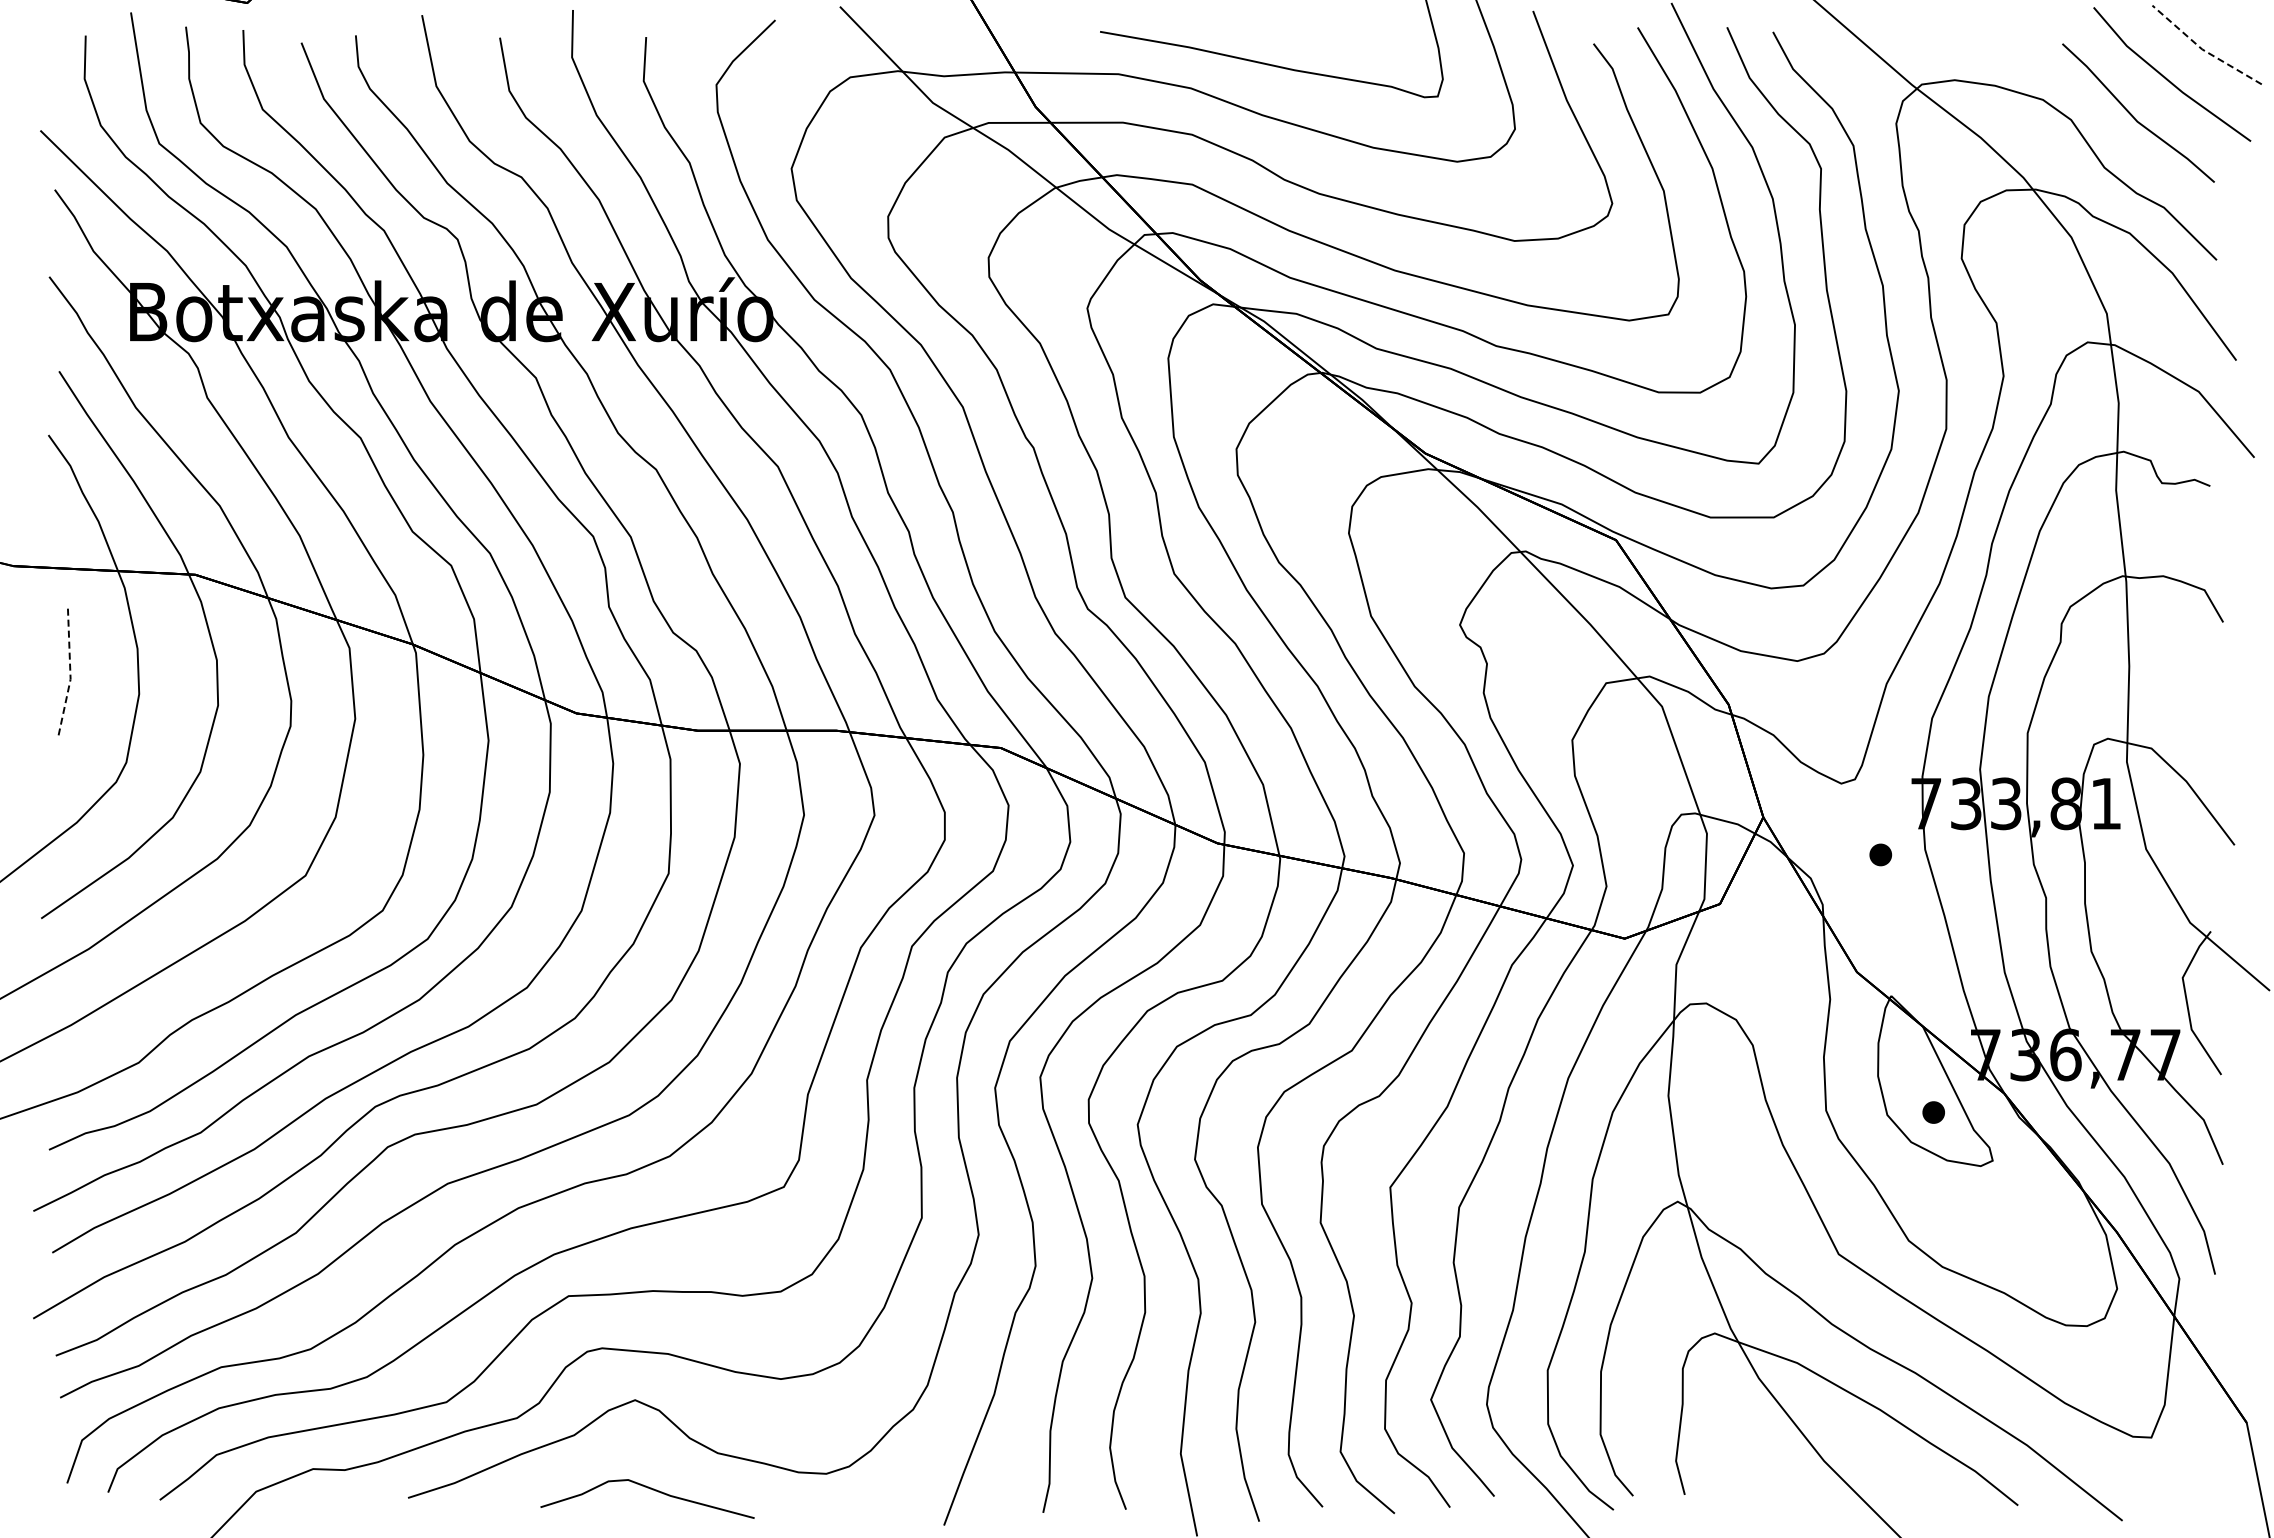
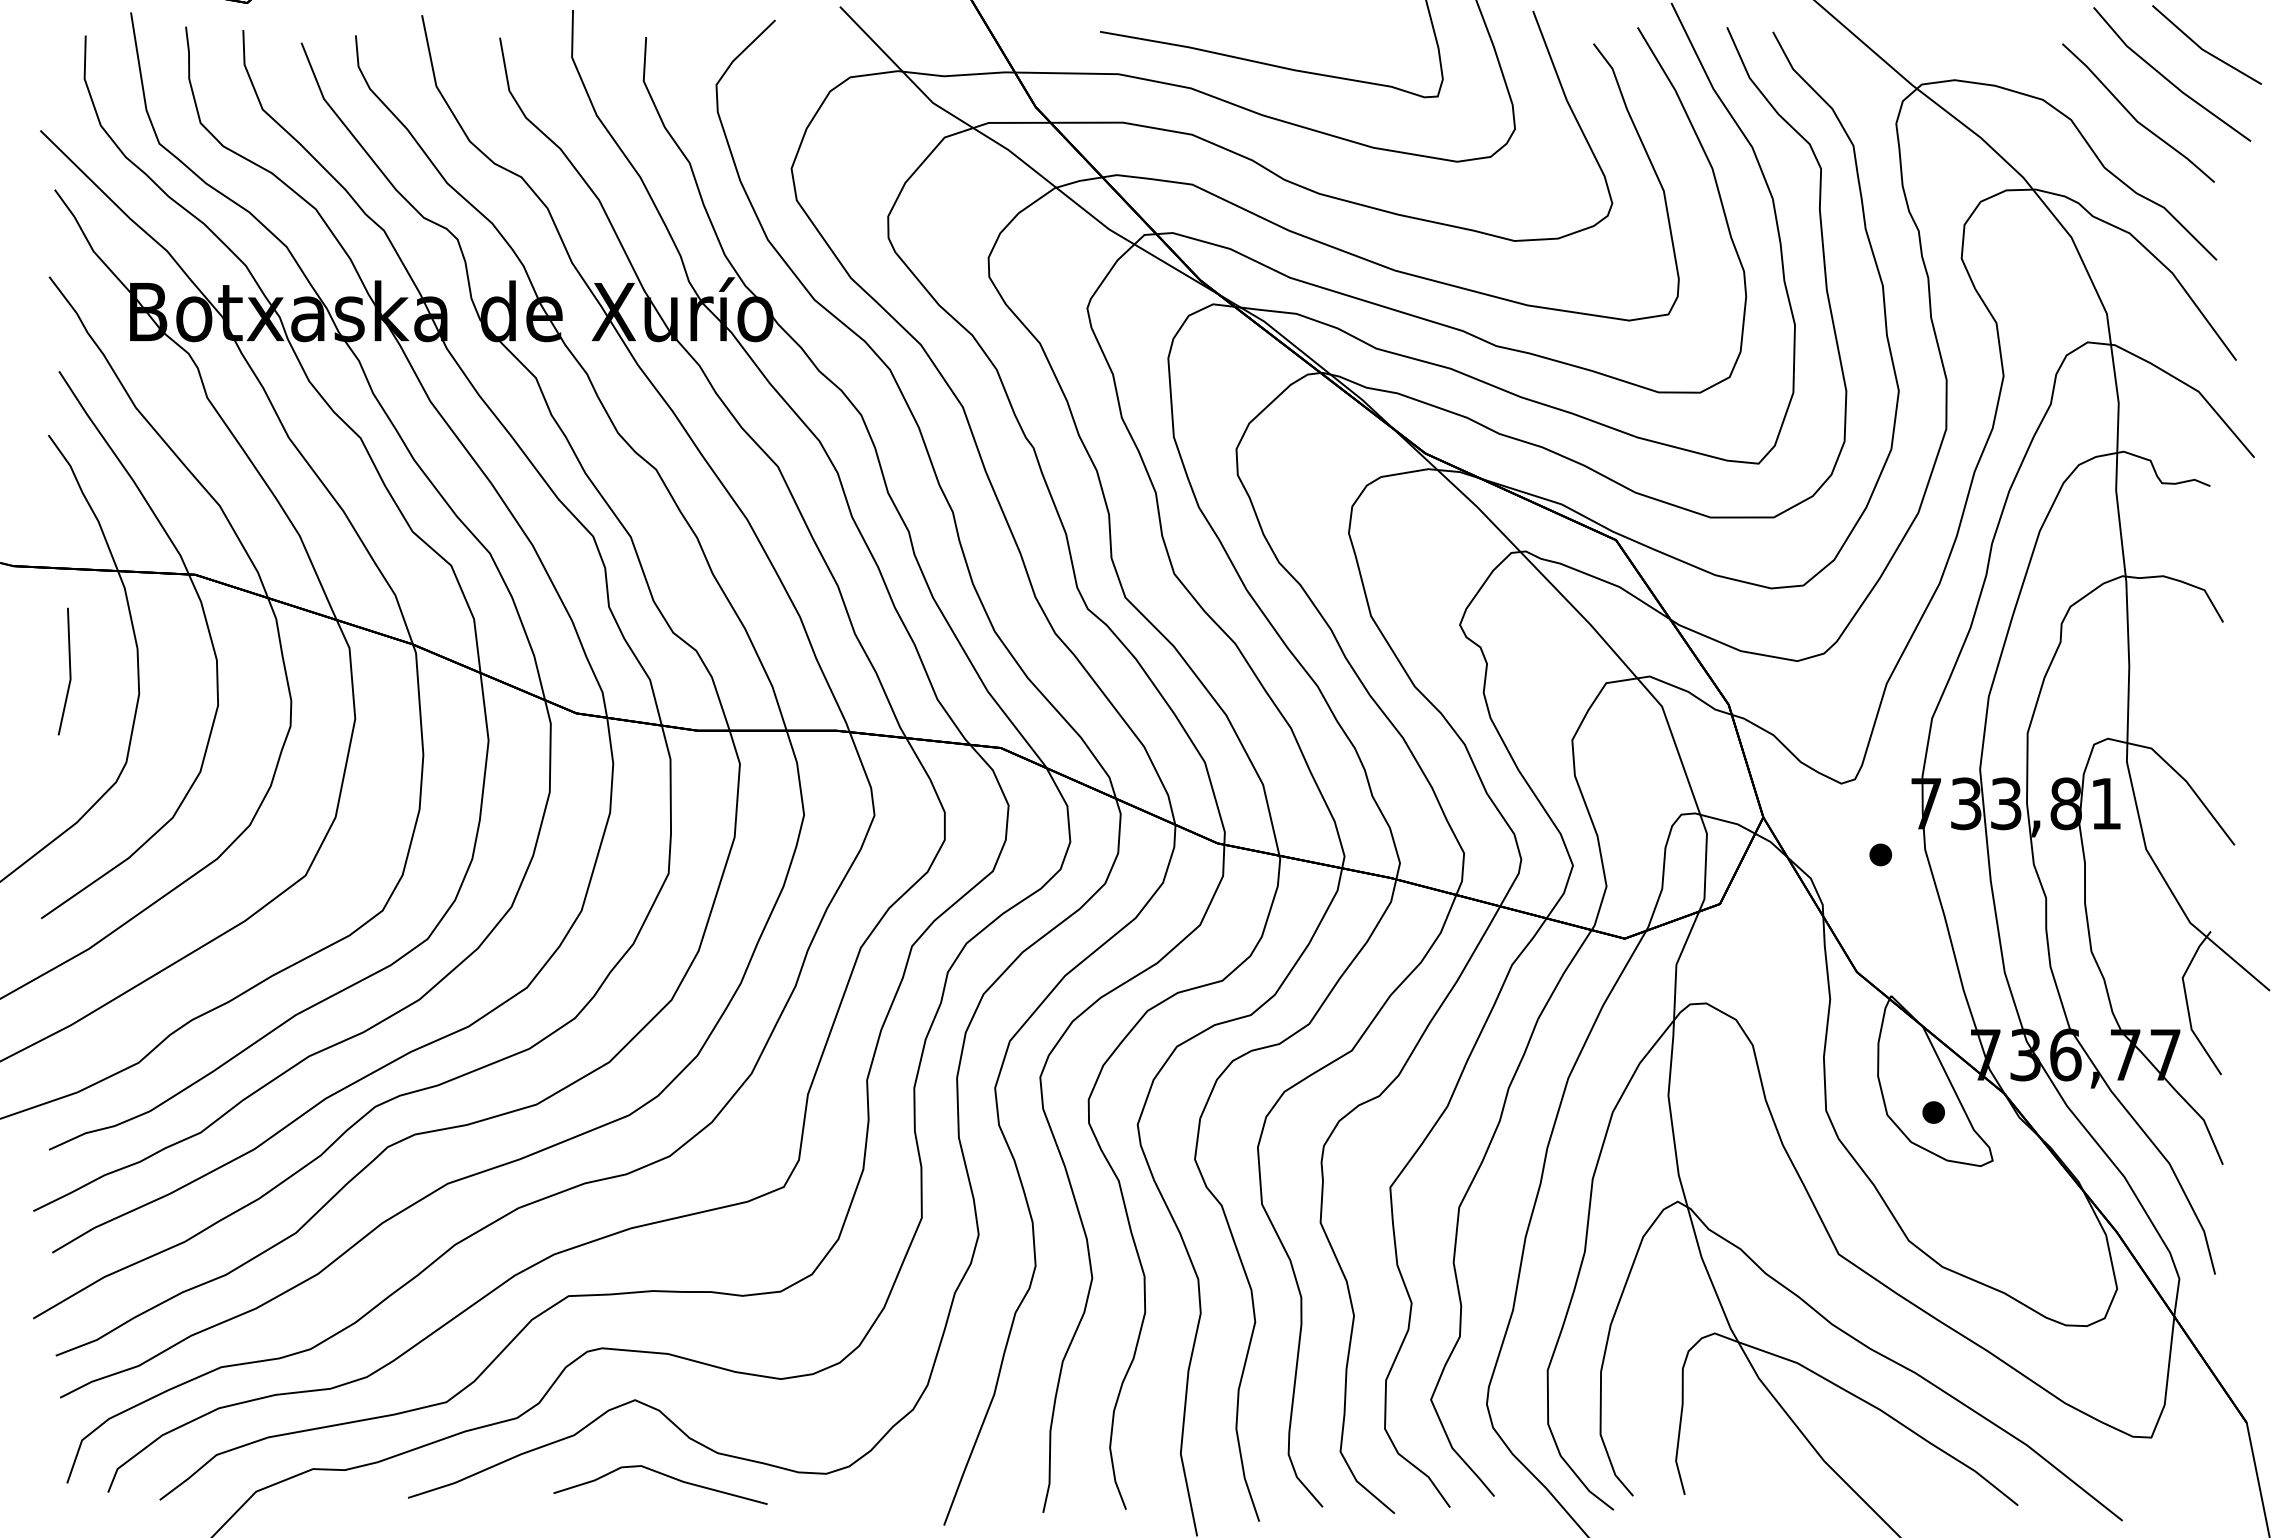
line at (2203, 49): dashed -> solid
line at (70, 672): dashed -> solid
curve at (652, 1490) position: (652, 1490) -> (665, 1476)
